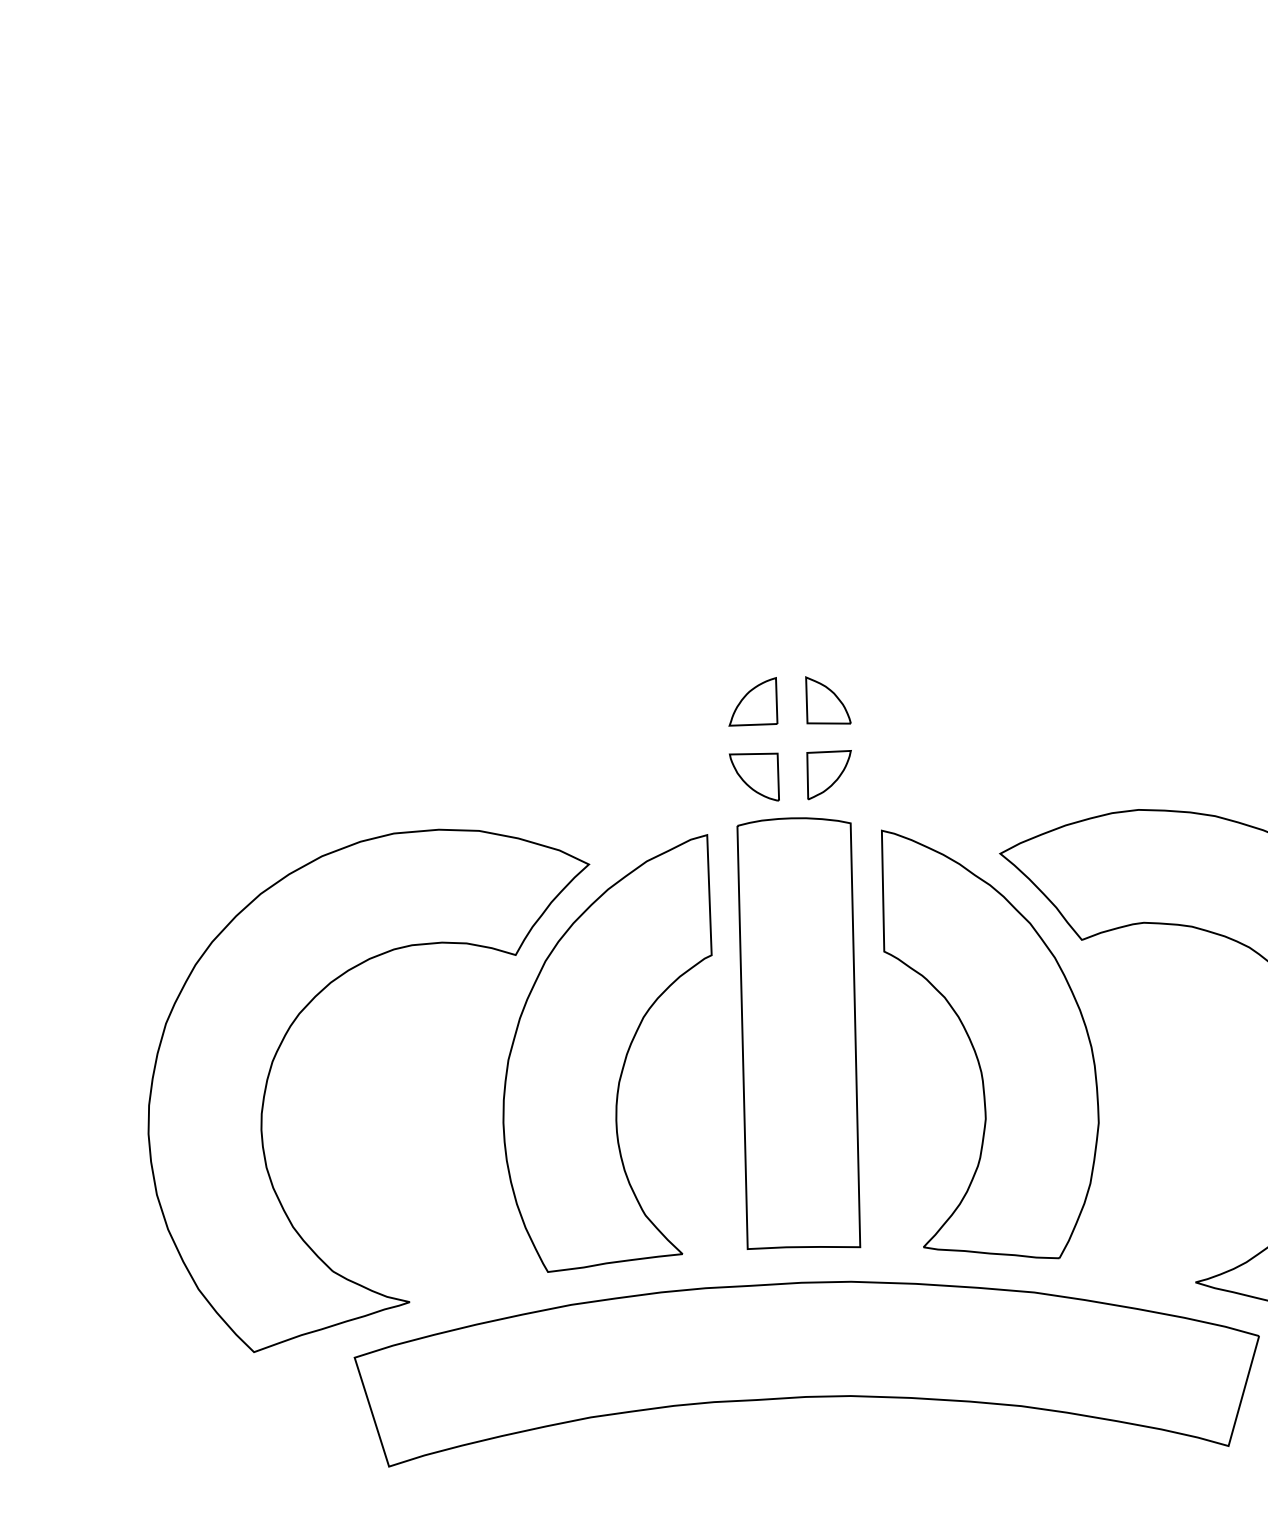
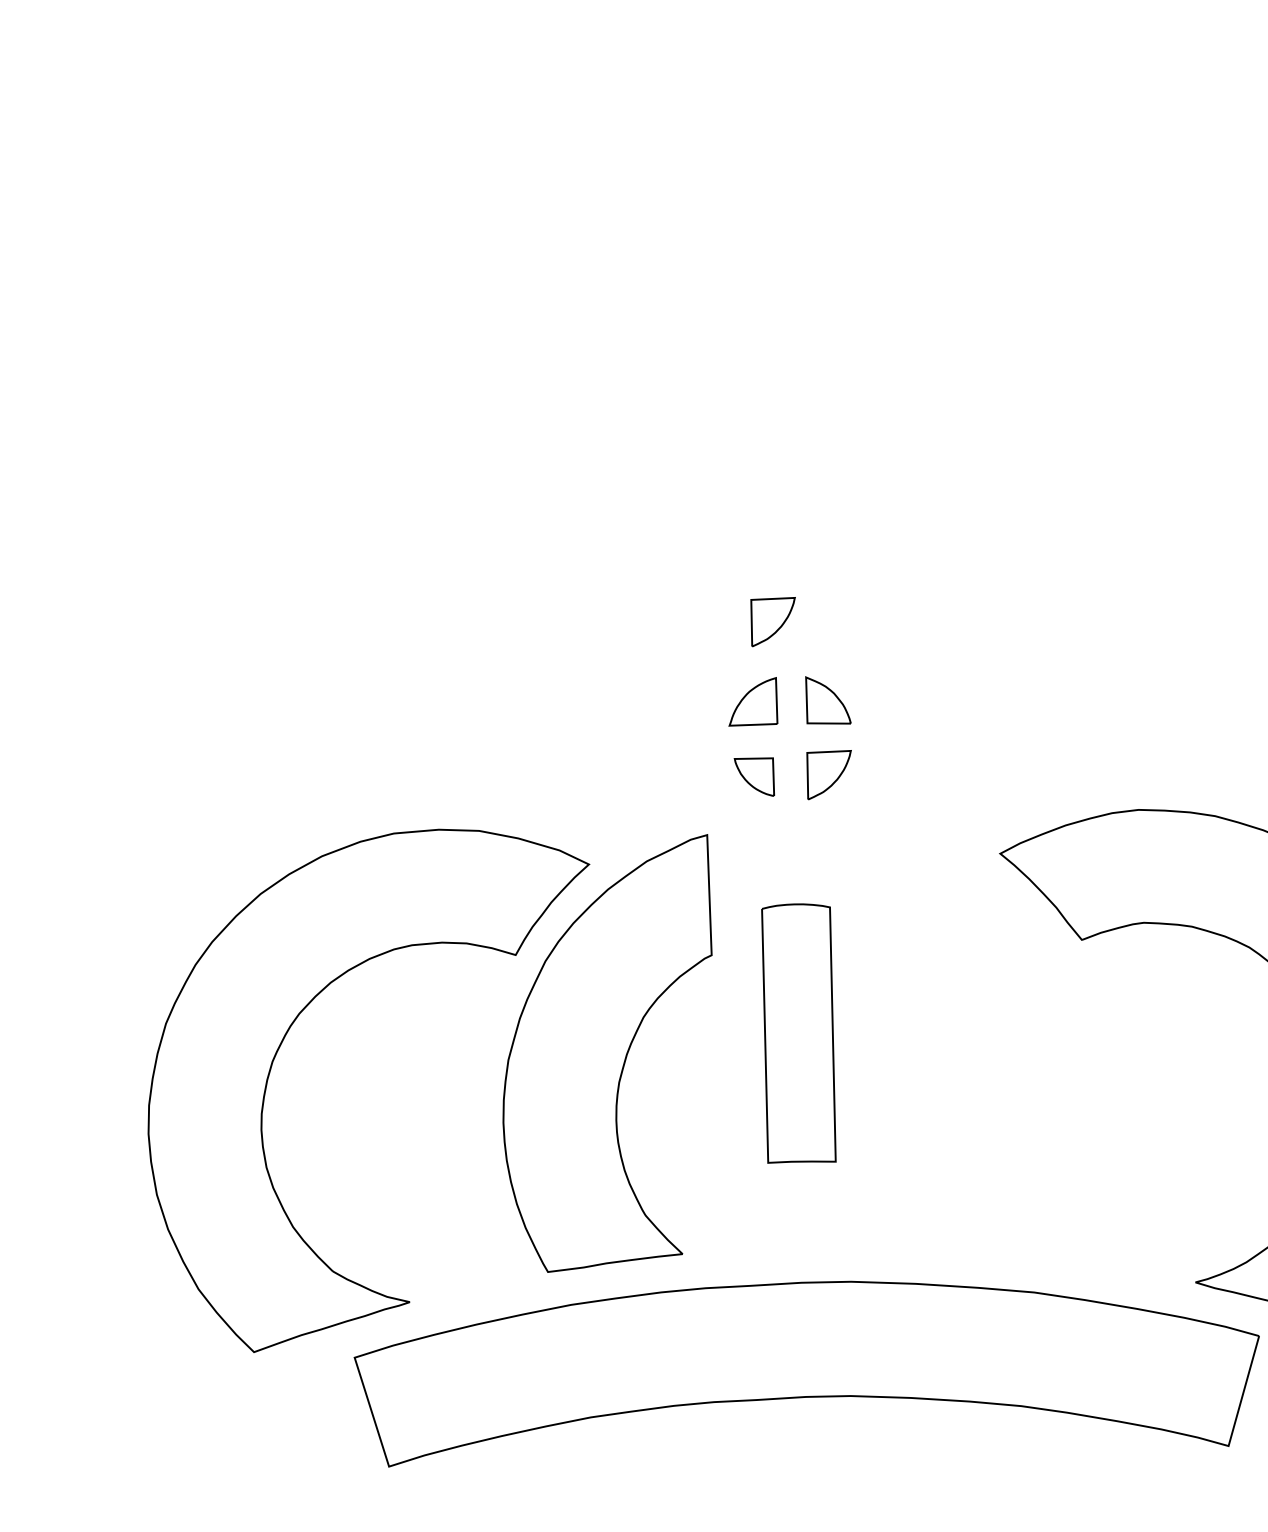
part at (772, 622): none -> present
part at (754, 776) size: 51x50 px -> 43x40 px
part at (798, 1033) size: 126x433 px -> 76x261 px
part at (990, 1044): present -> none
